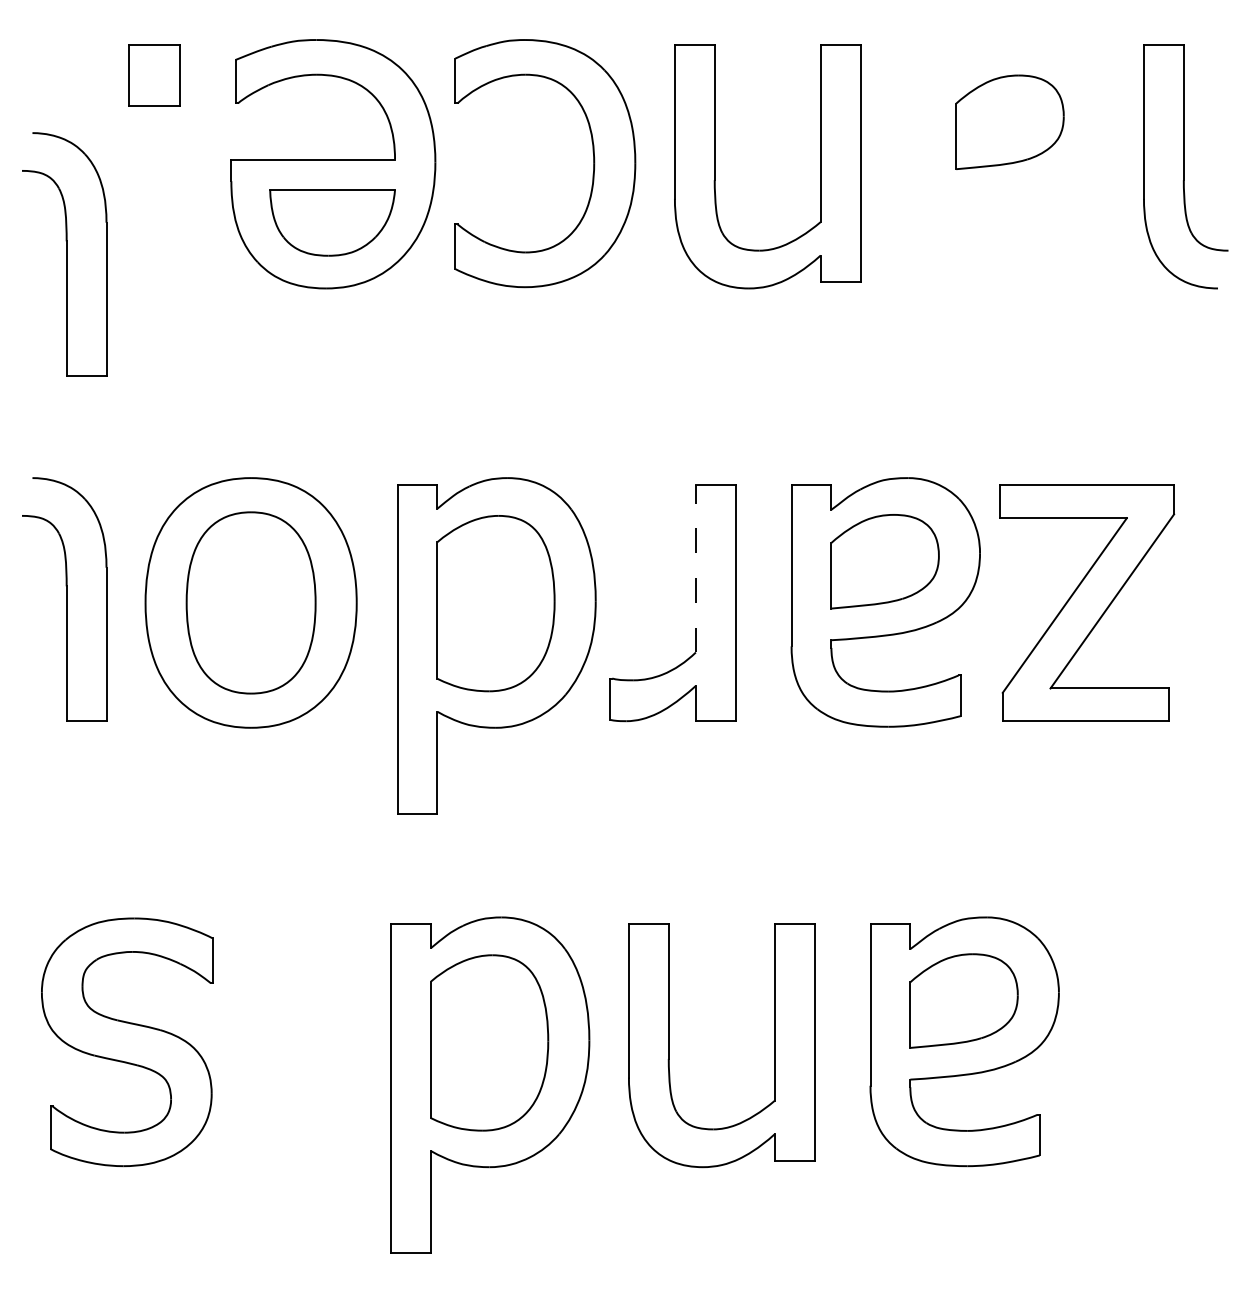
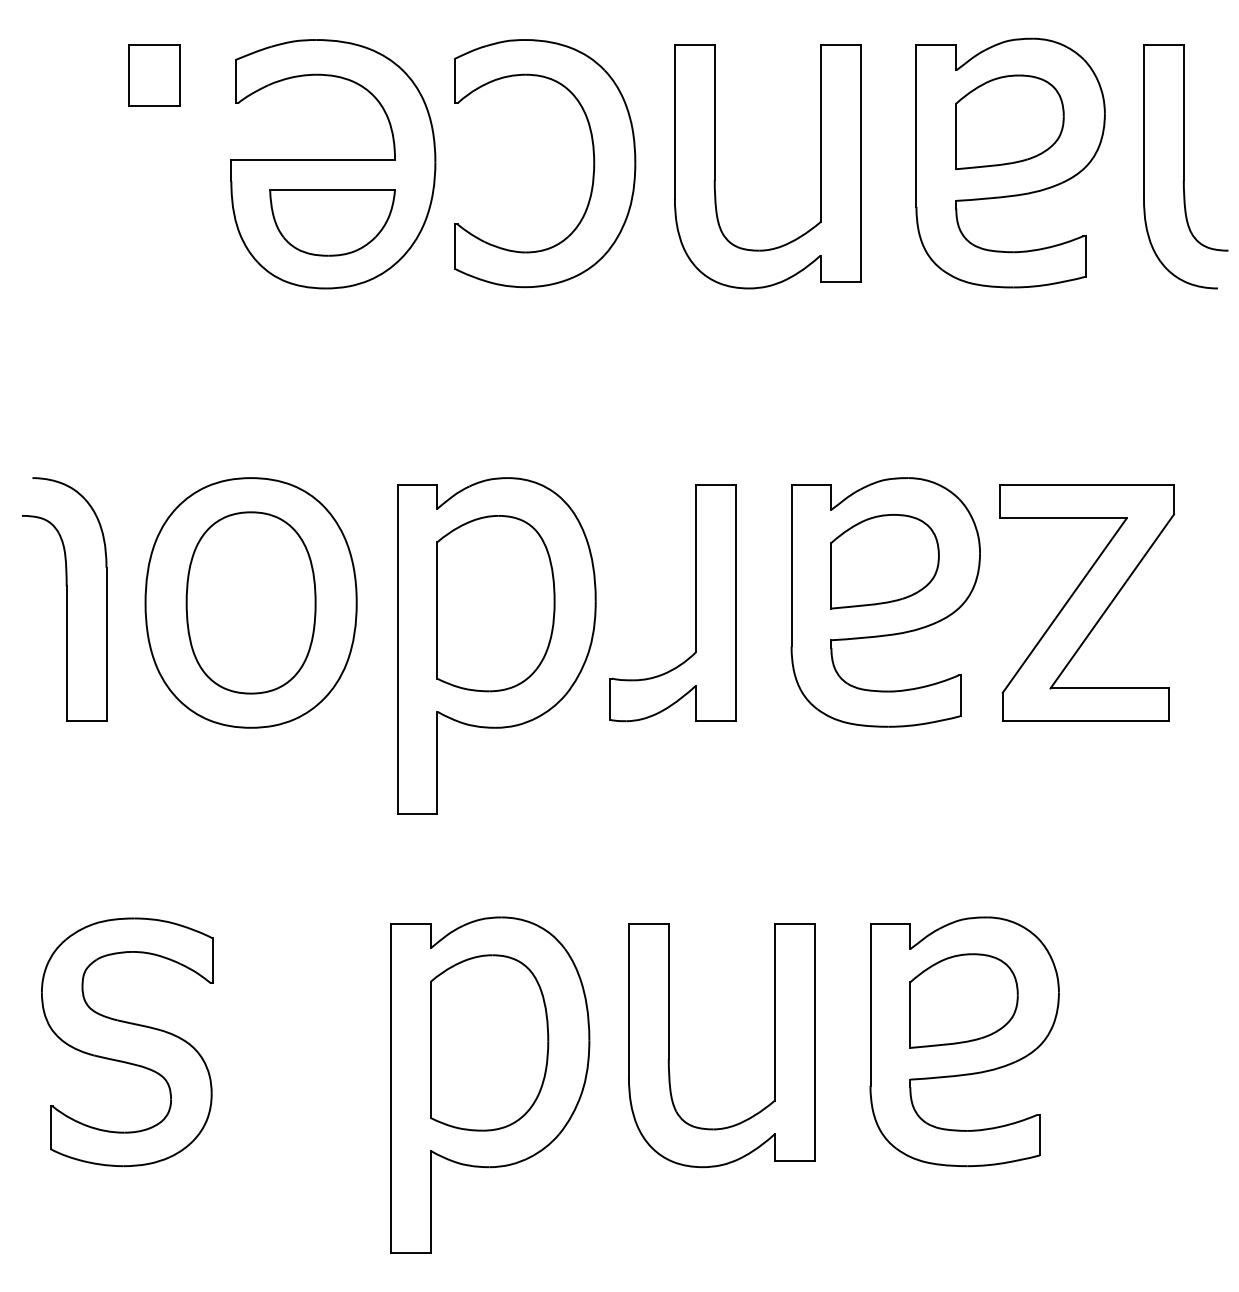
part at (1010, 162): none -> present
part at (64, 254): present -> none
line at (695, 568): dashed -> solid
